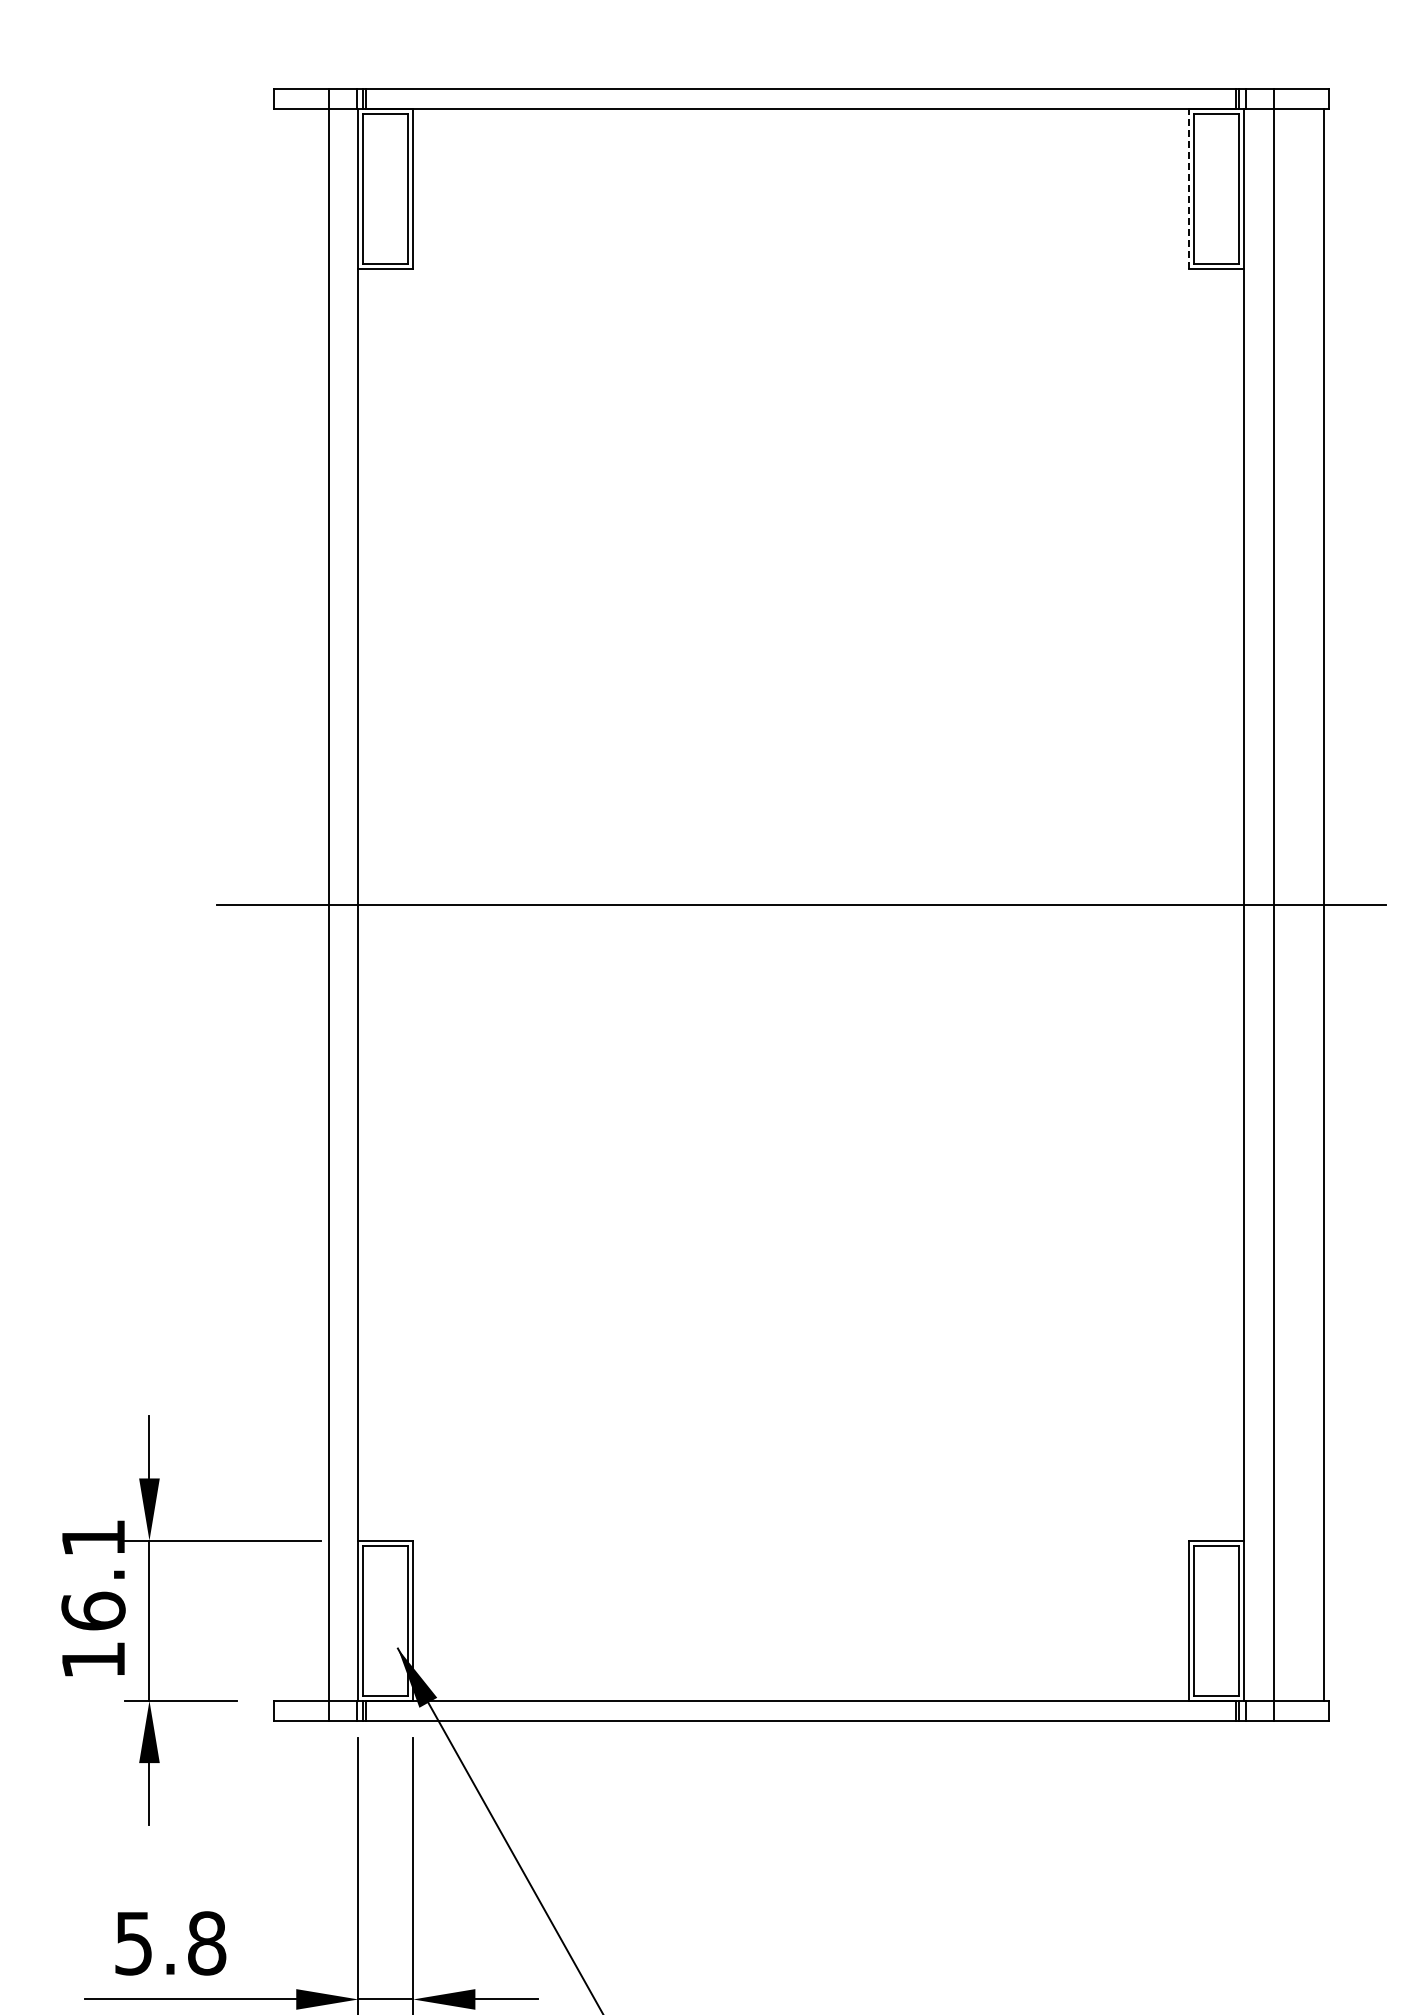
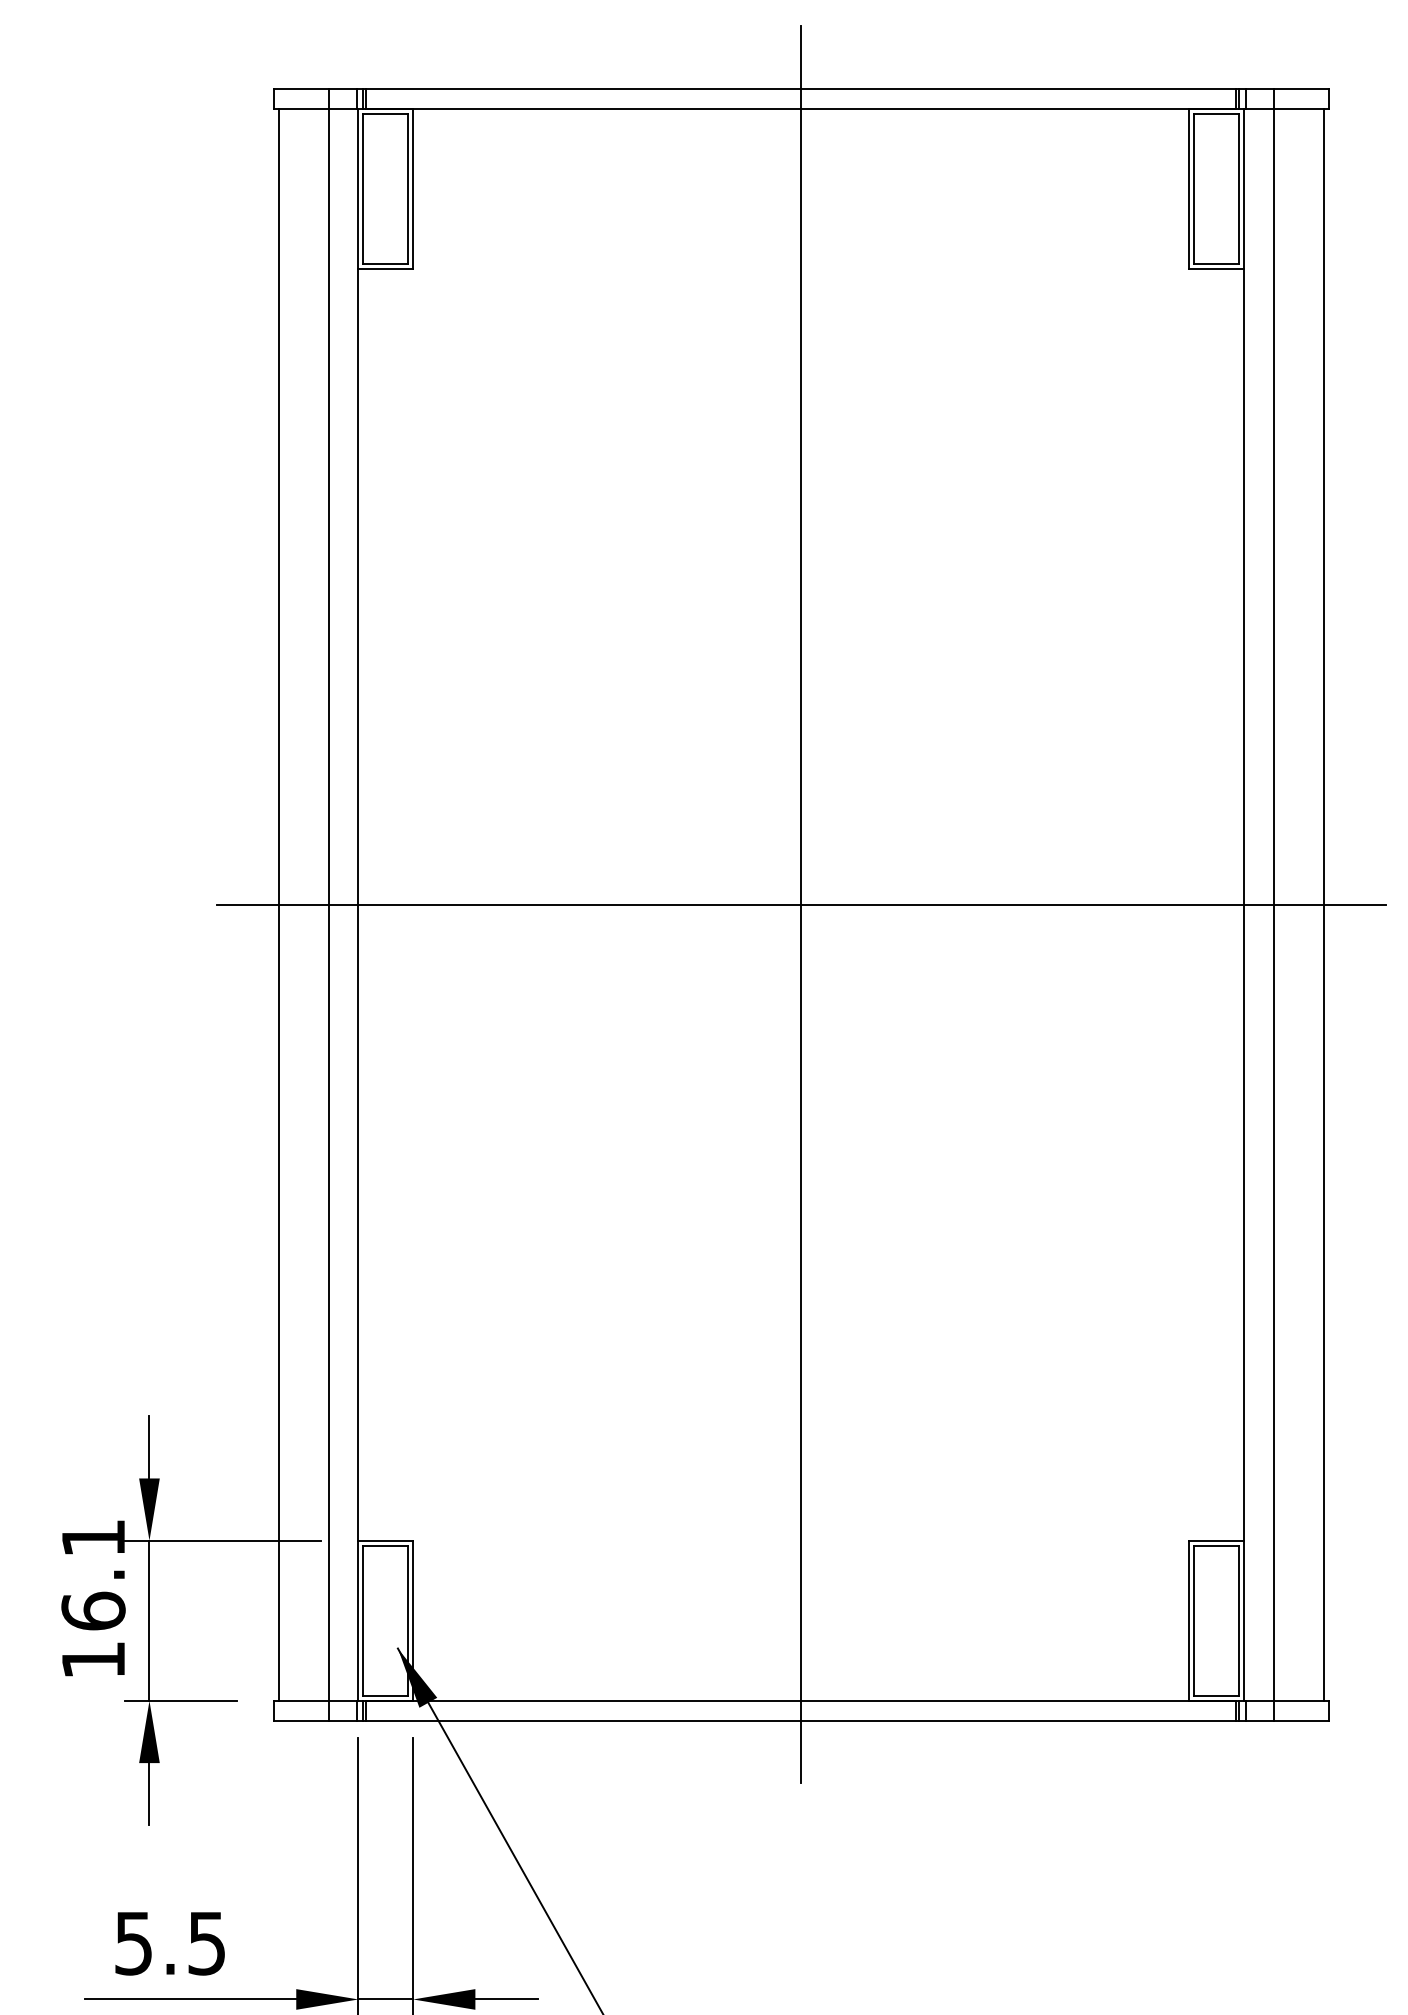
line at (1189, 188): dashed -> solid
line at (278, 904): none -> present
line at (801, 904): none -> present
text at (207, 1943): 5.8 -> 5.5
